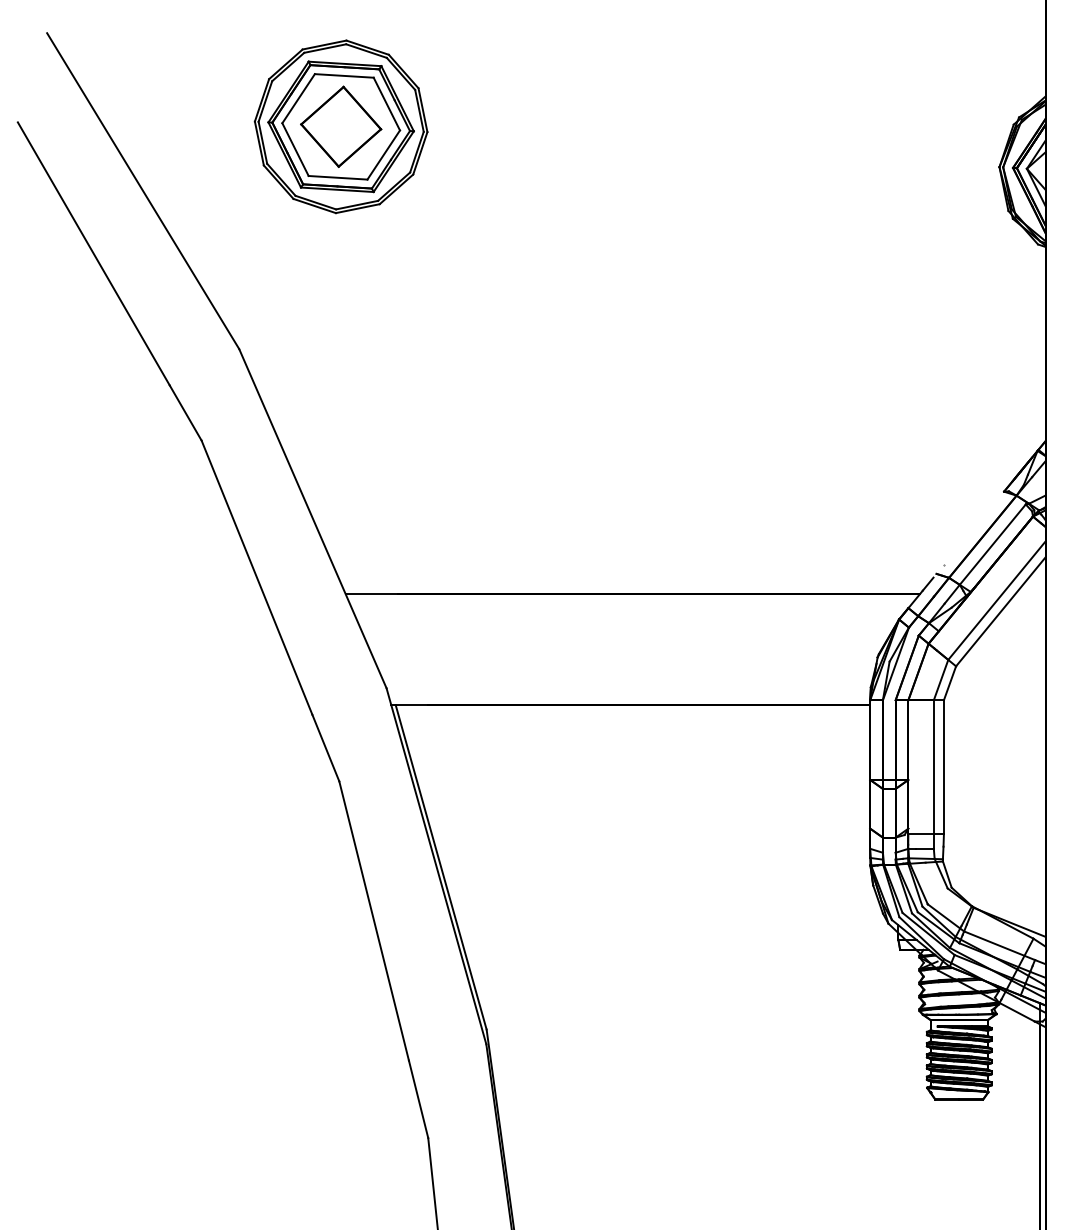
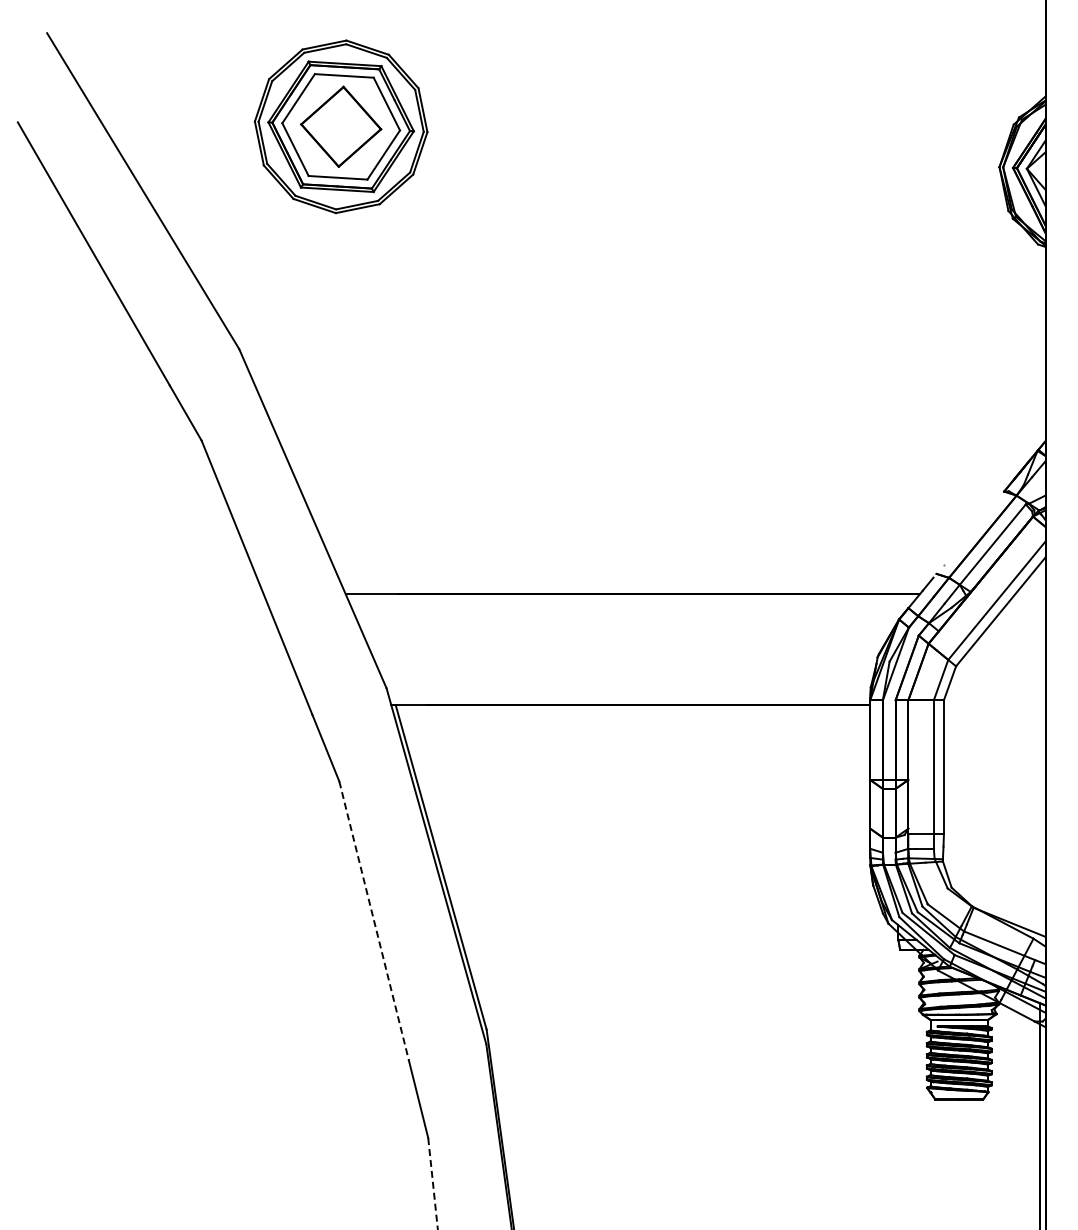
line at (374, 921): solid -> dashed
line at (433, 1183): solid -> dashed
